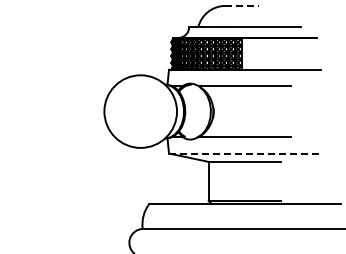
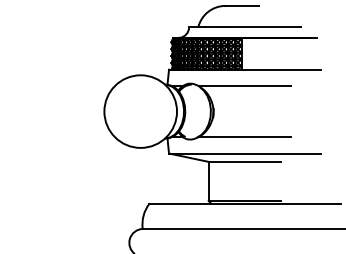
line at (242, 5): dashed -> solid
line at (244, 153): dashed -> solid
